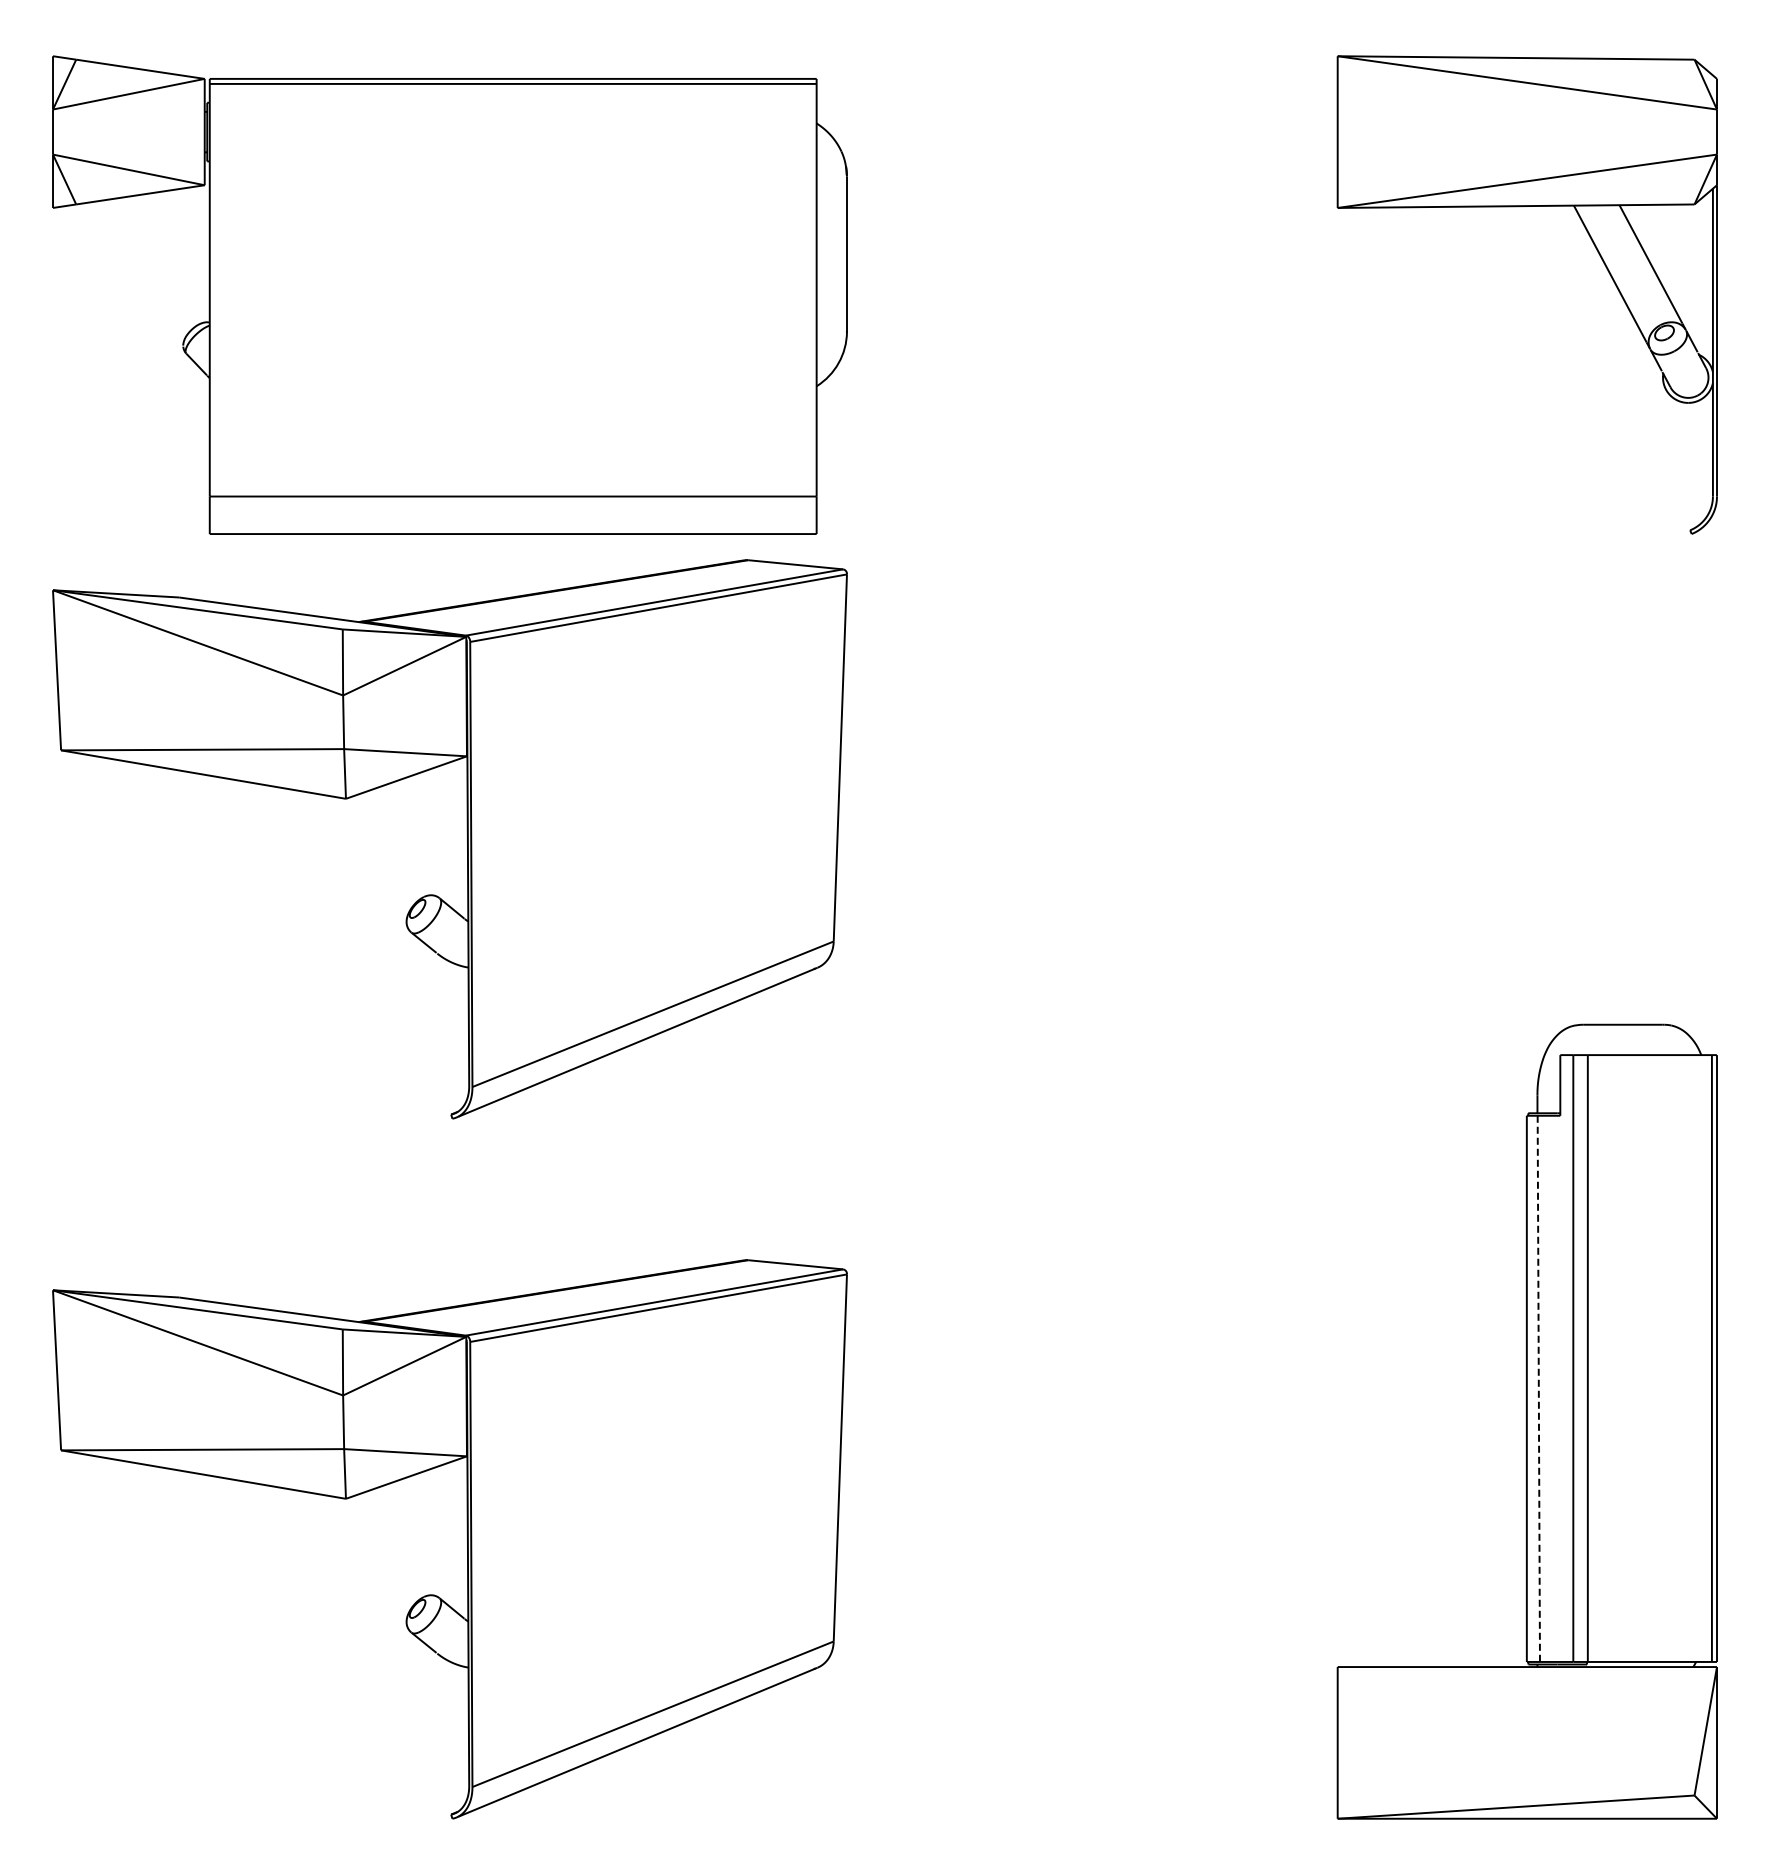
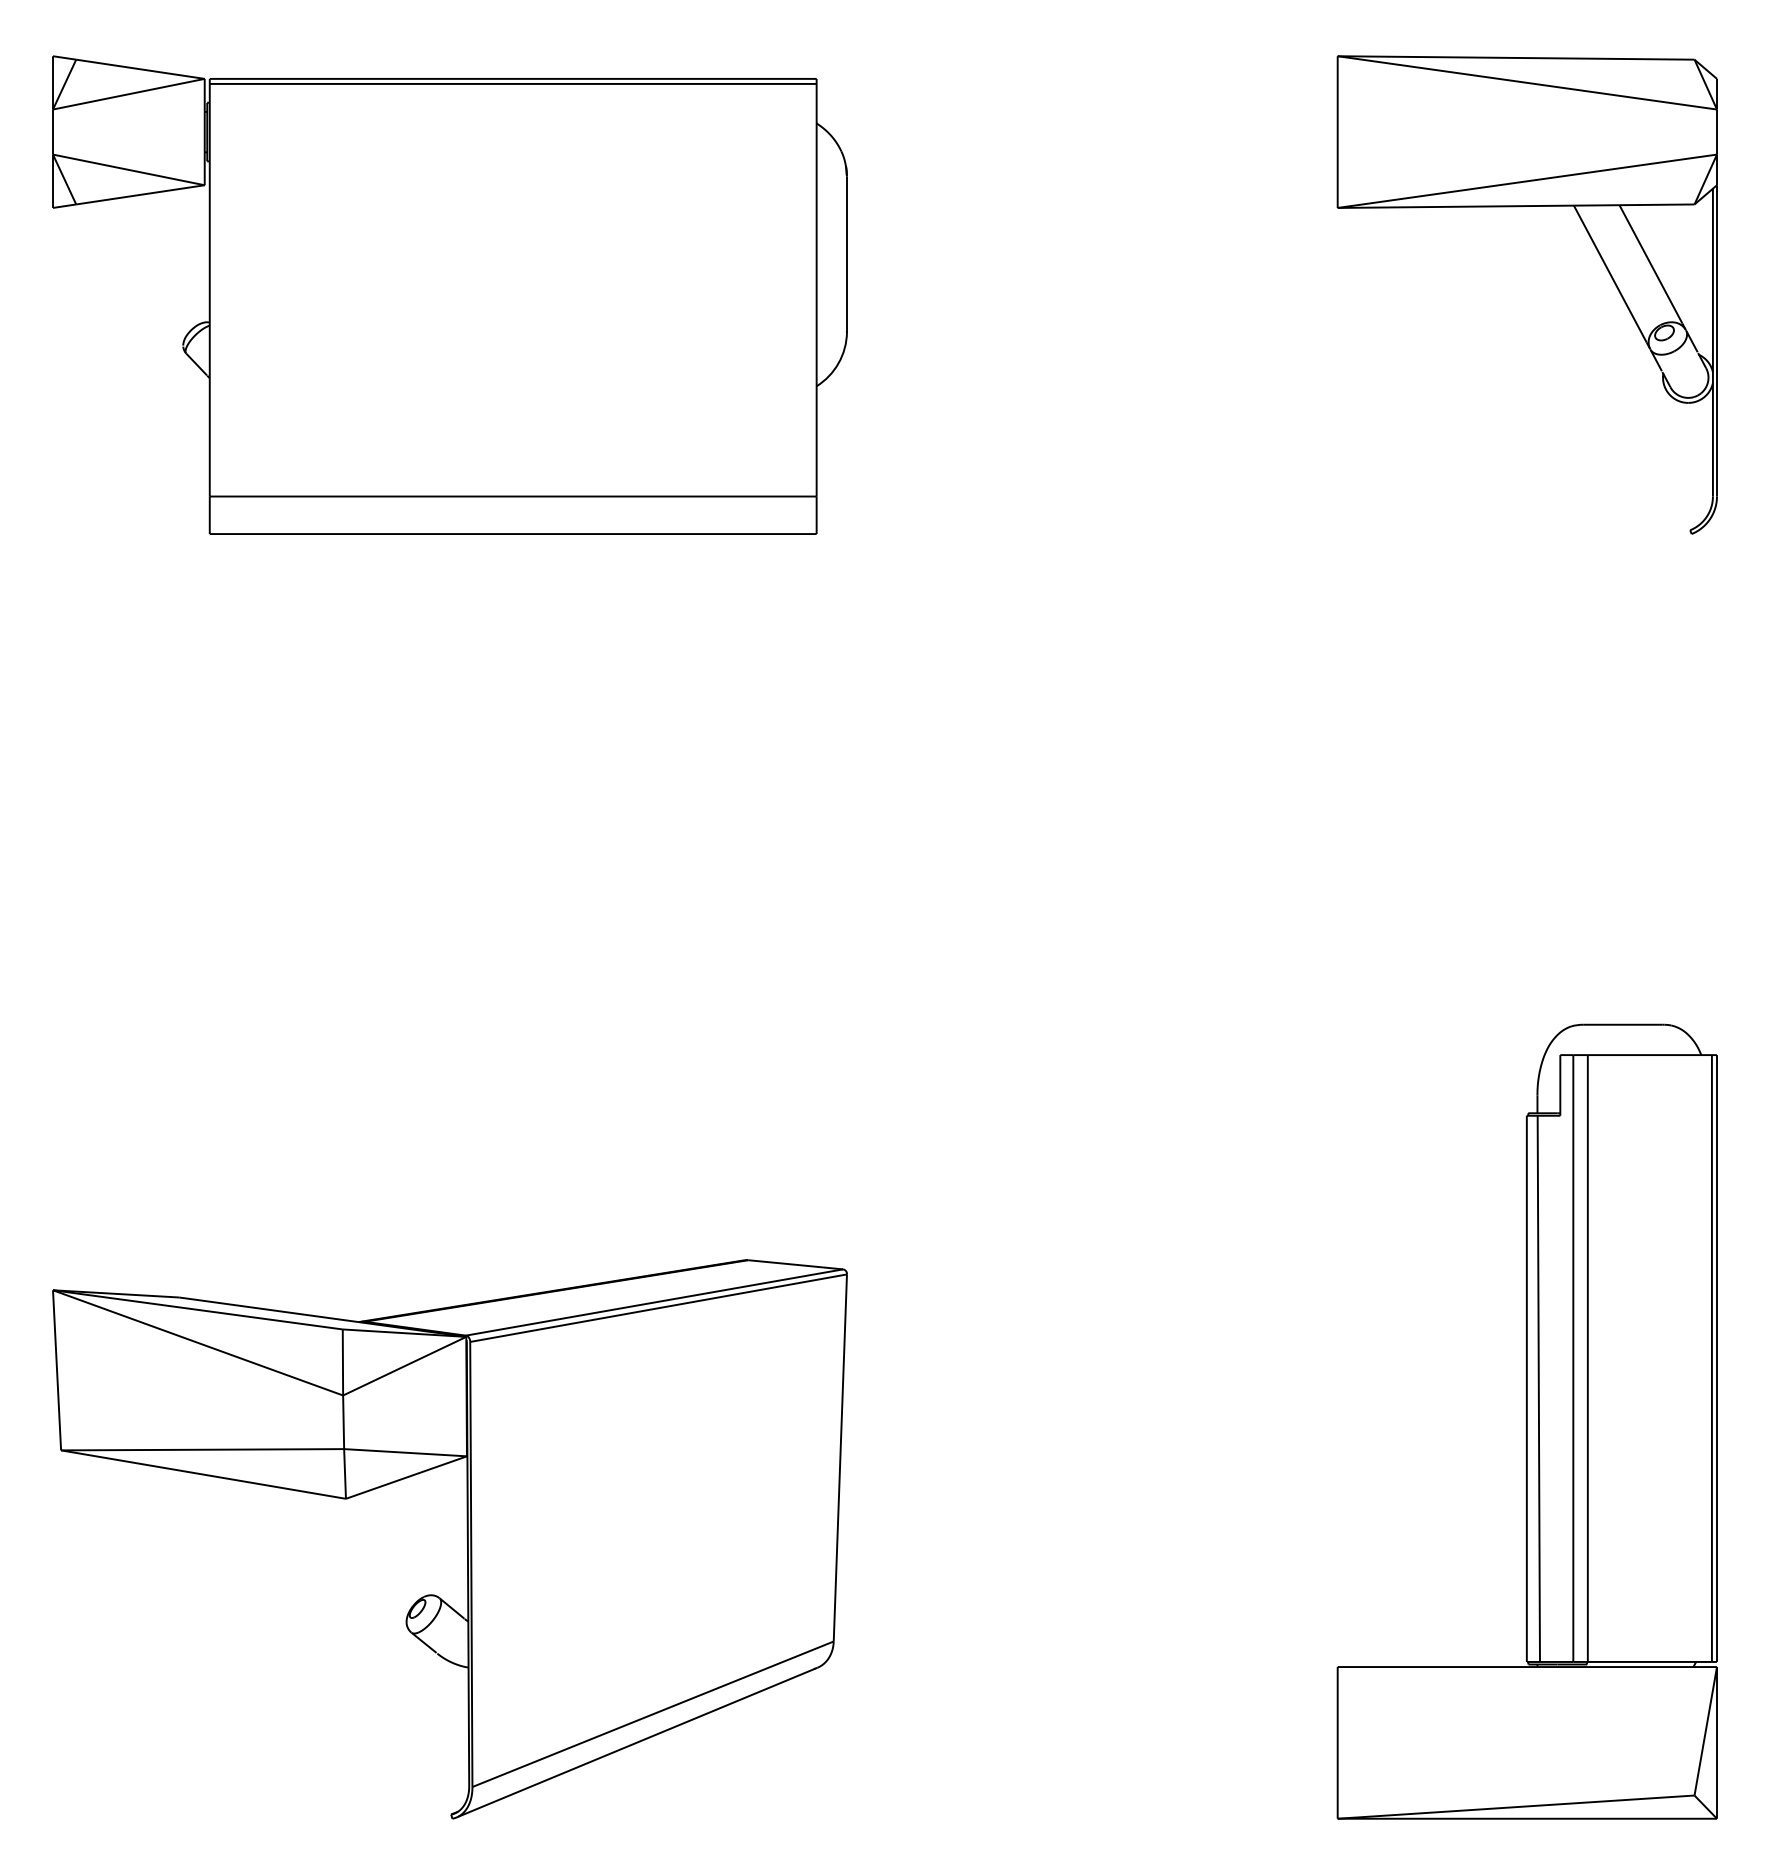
part at (467, 839): present -> none
line at (1538, 1389): dashed -> solid
